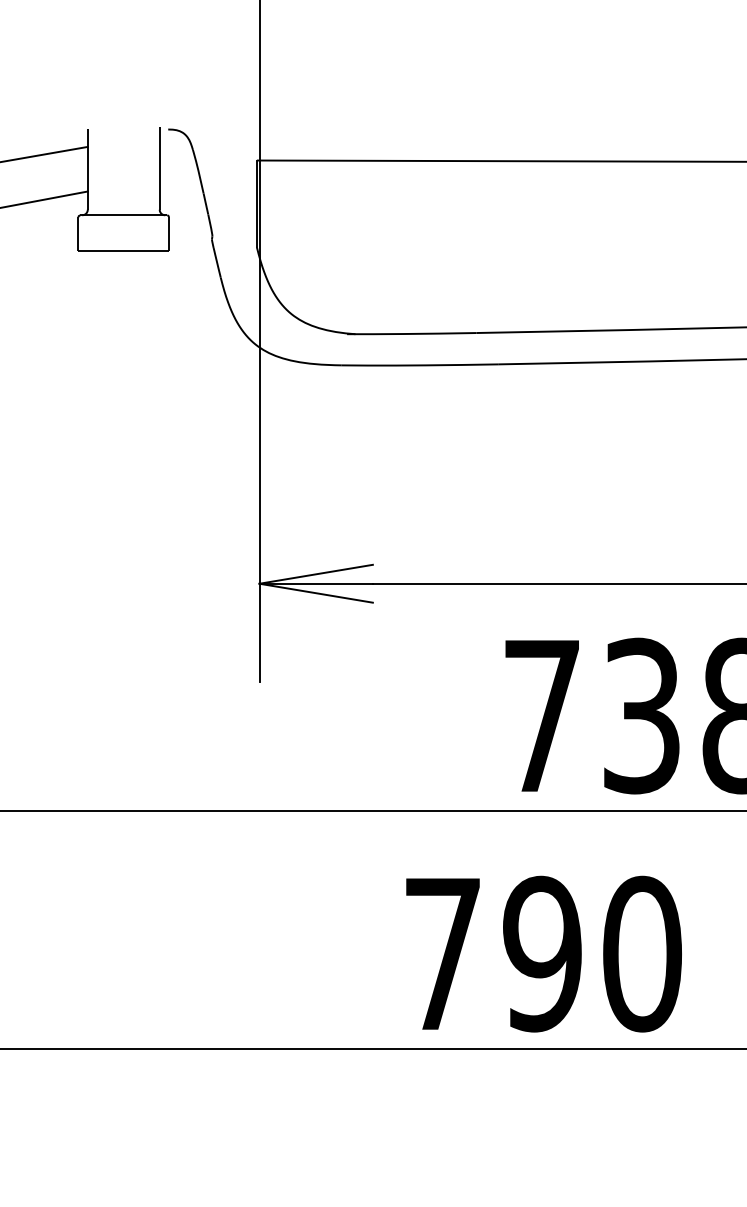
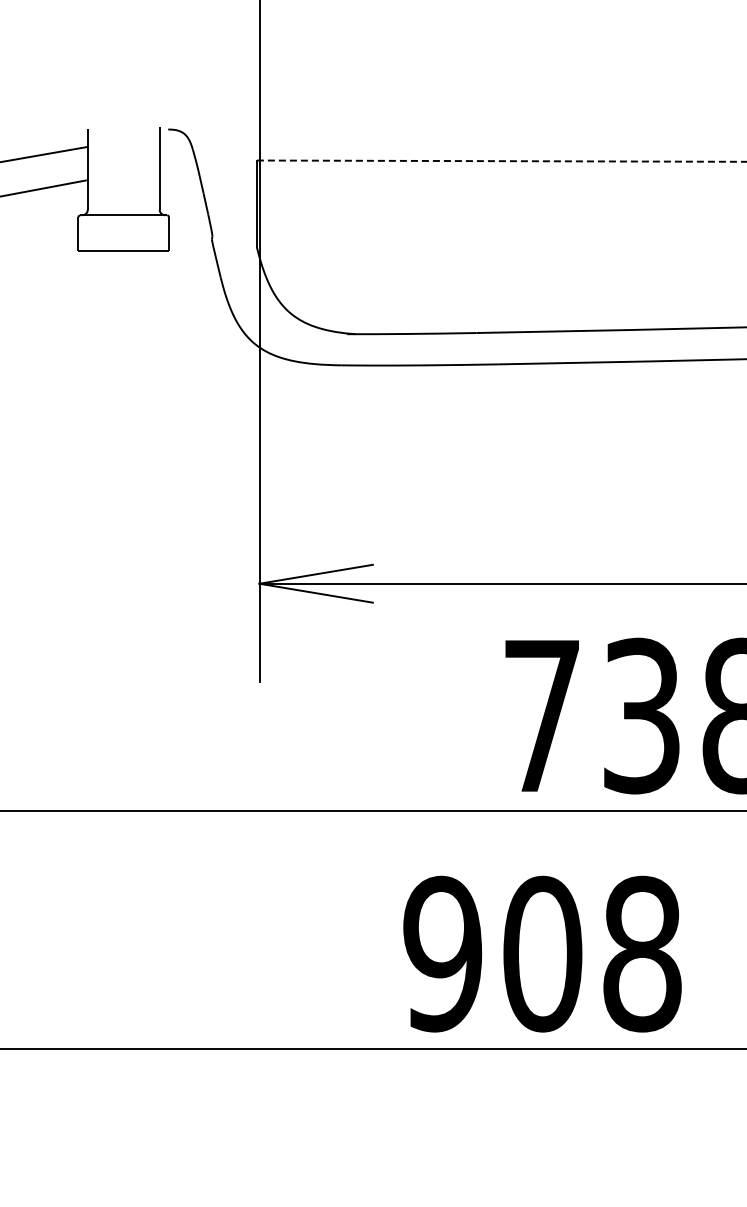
line at (501, 161): solid -> dashed
line at (44, 199) position: (44, 199) -> (43, 188)
text at (542, 953): 790 -> 908
